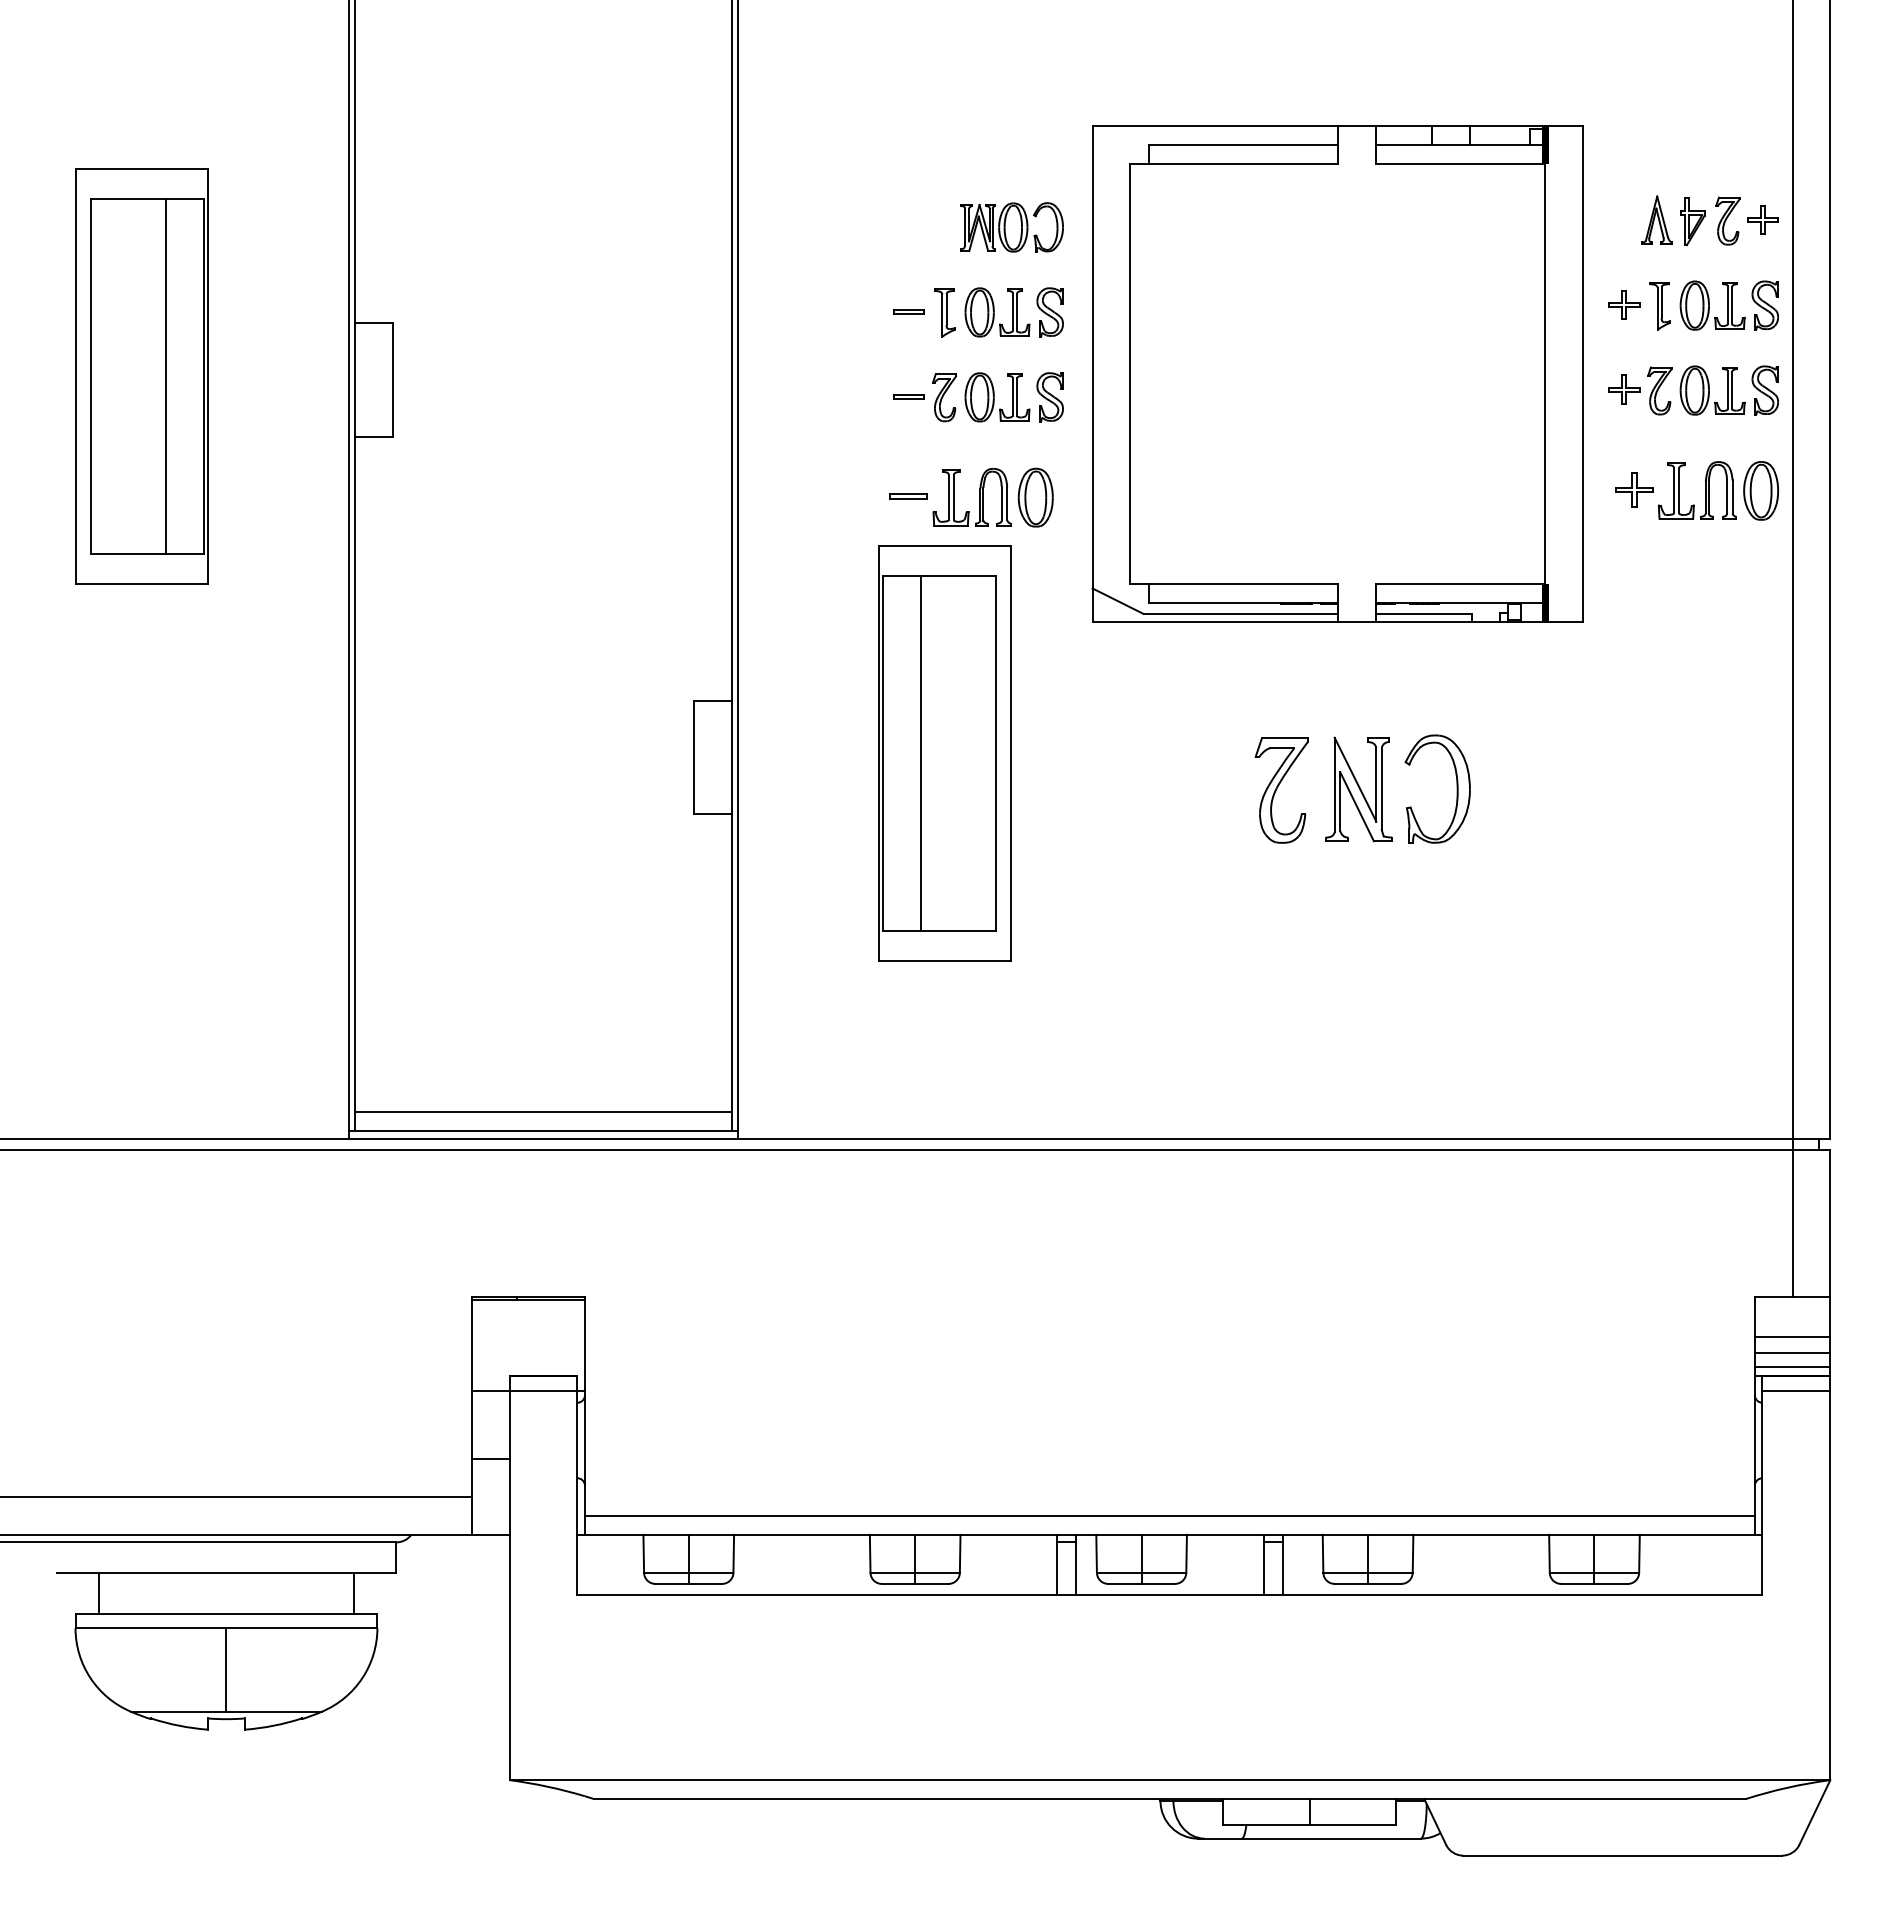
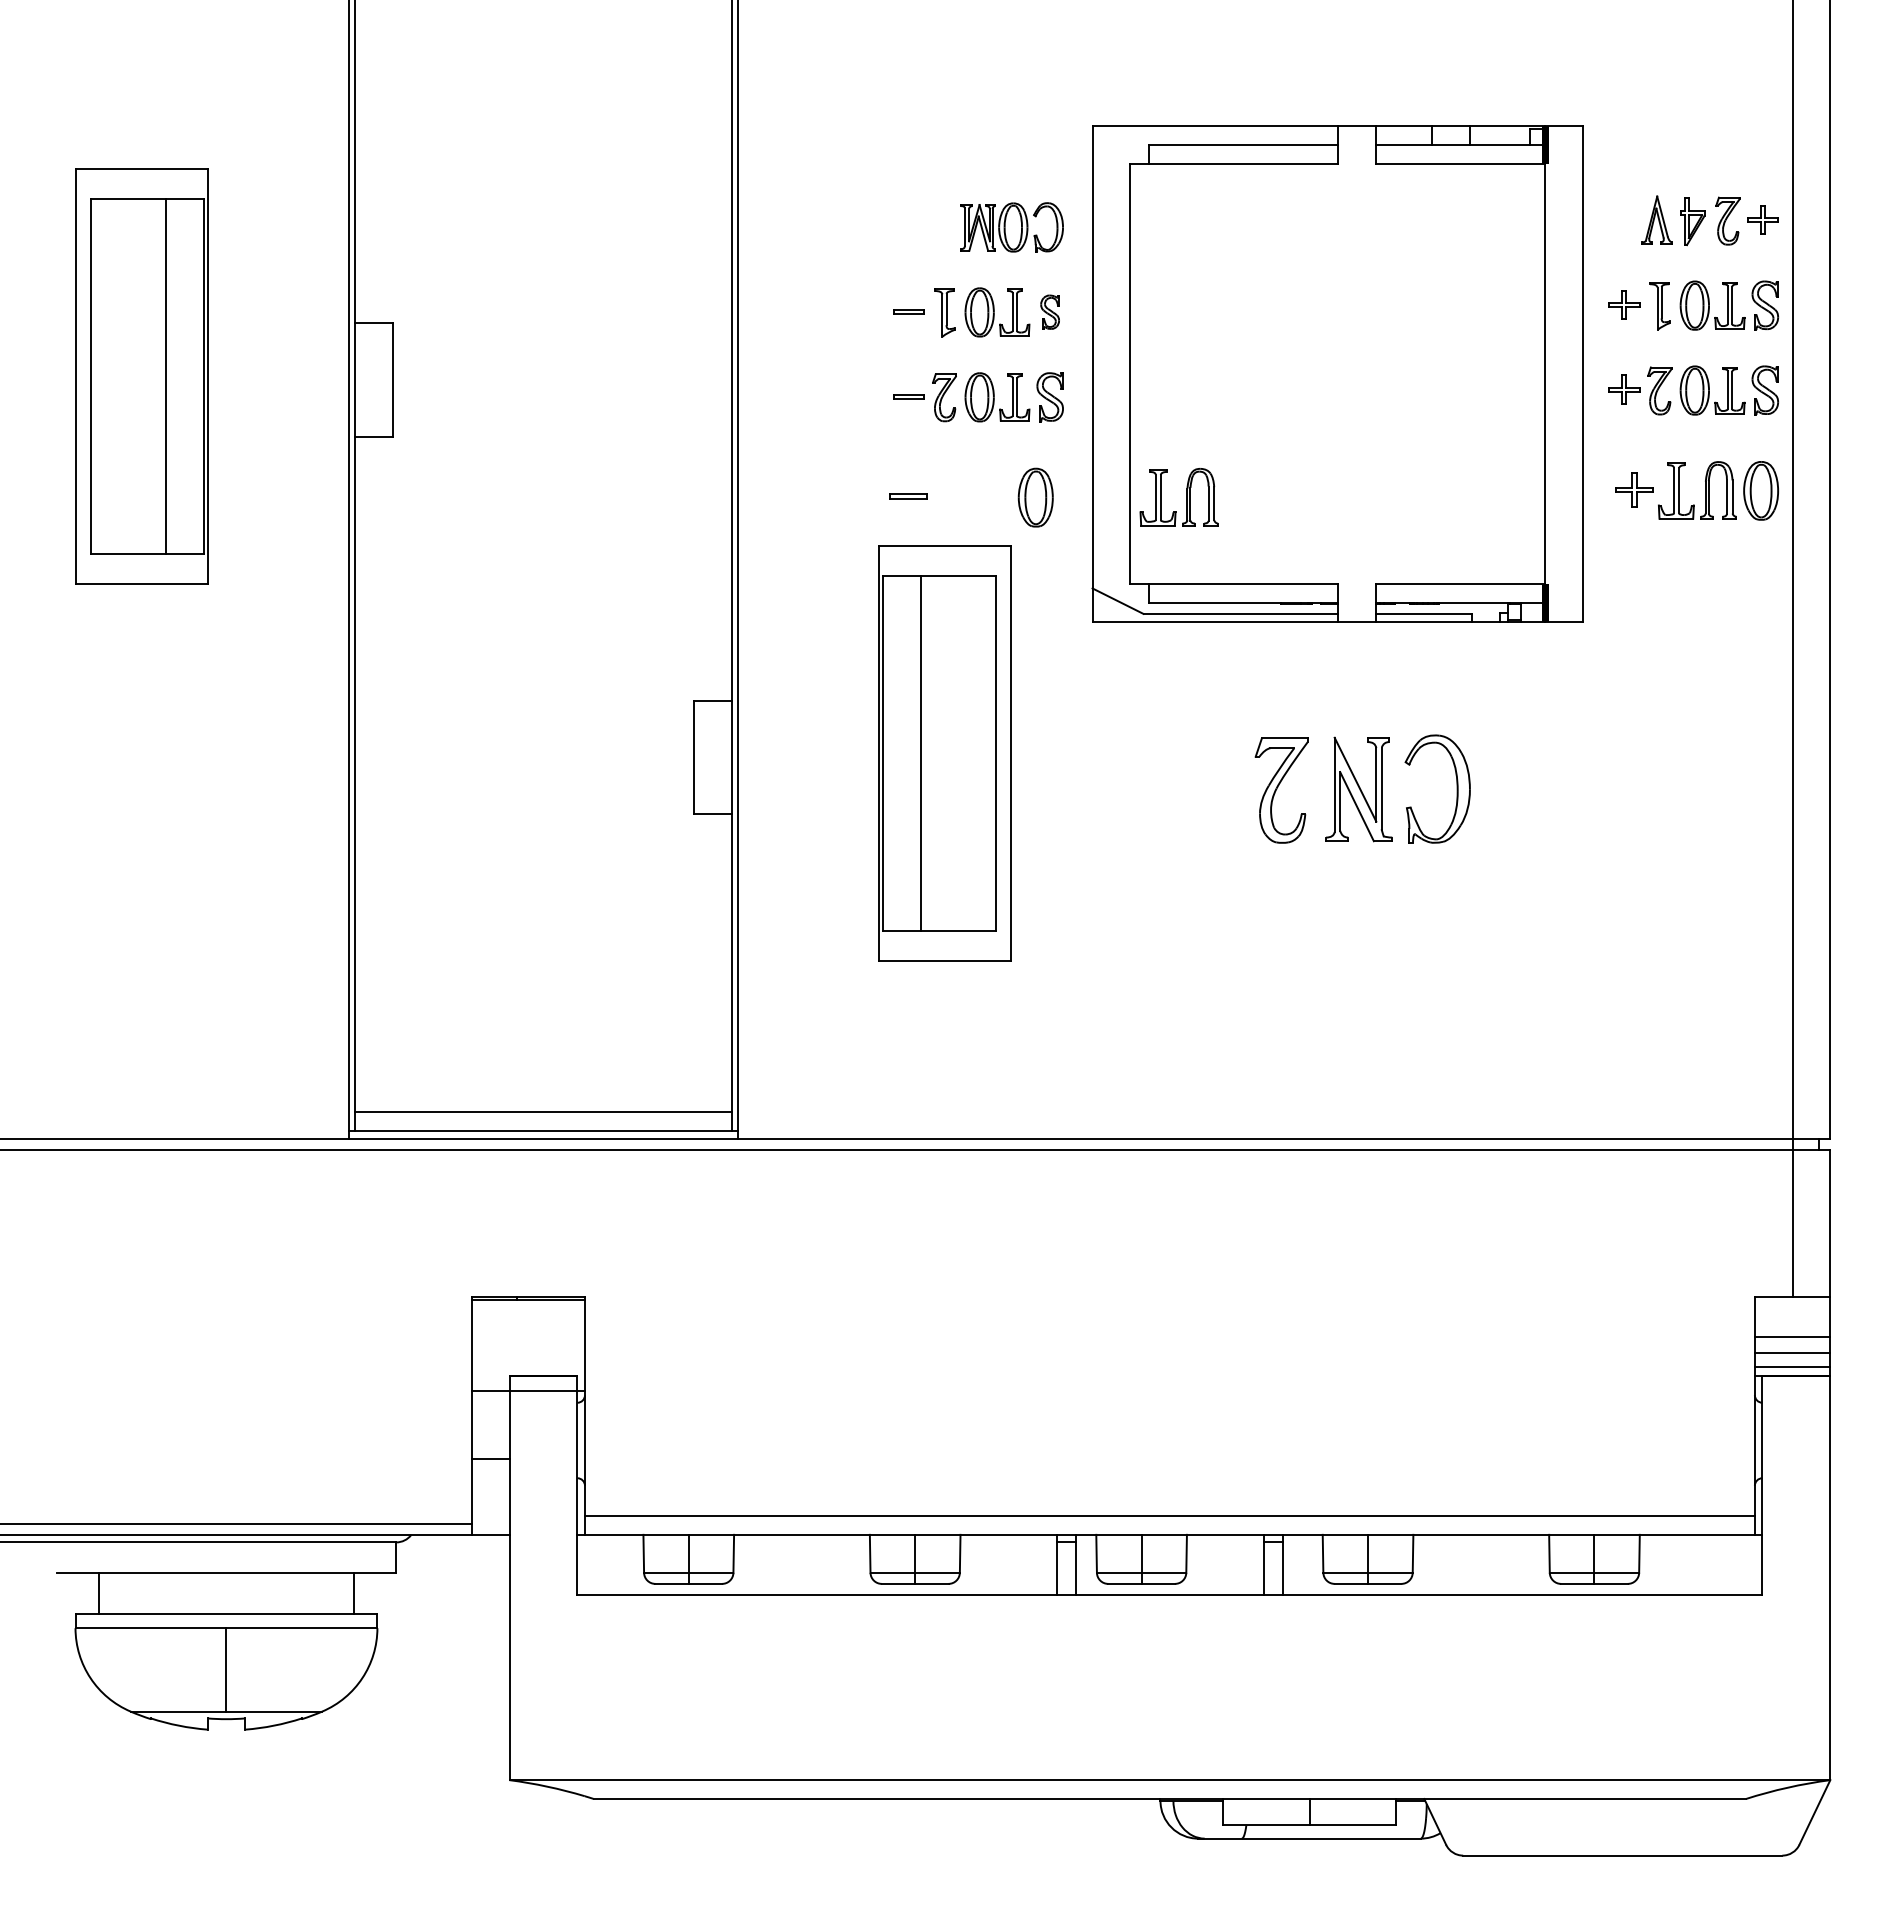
part at (1049, 312) size: 28x51 px -> 20x36 px
part at (979, 497) position: (979, 497) -> (1186, 497)
line at (1796, 1391): present -> none
line at (236, 1497) position: (236, 1497) -> (236, 1524)
